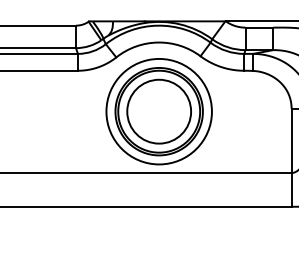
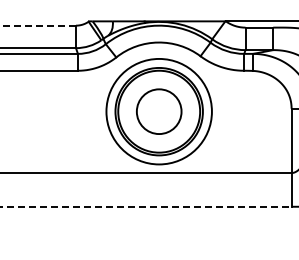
line at (38, 25): solid -> dashed
circle at (159, 111) diameter: 64 px -> 45 px
line at (146, 206): solid -> dashed
